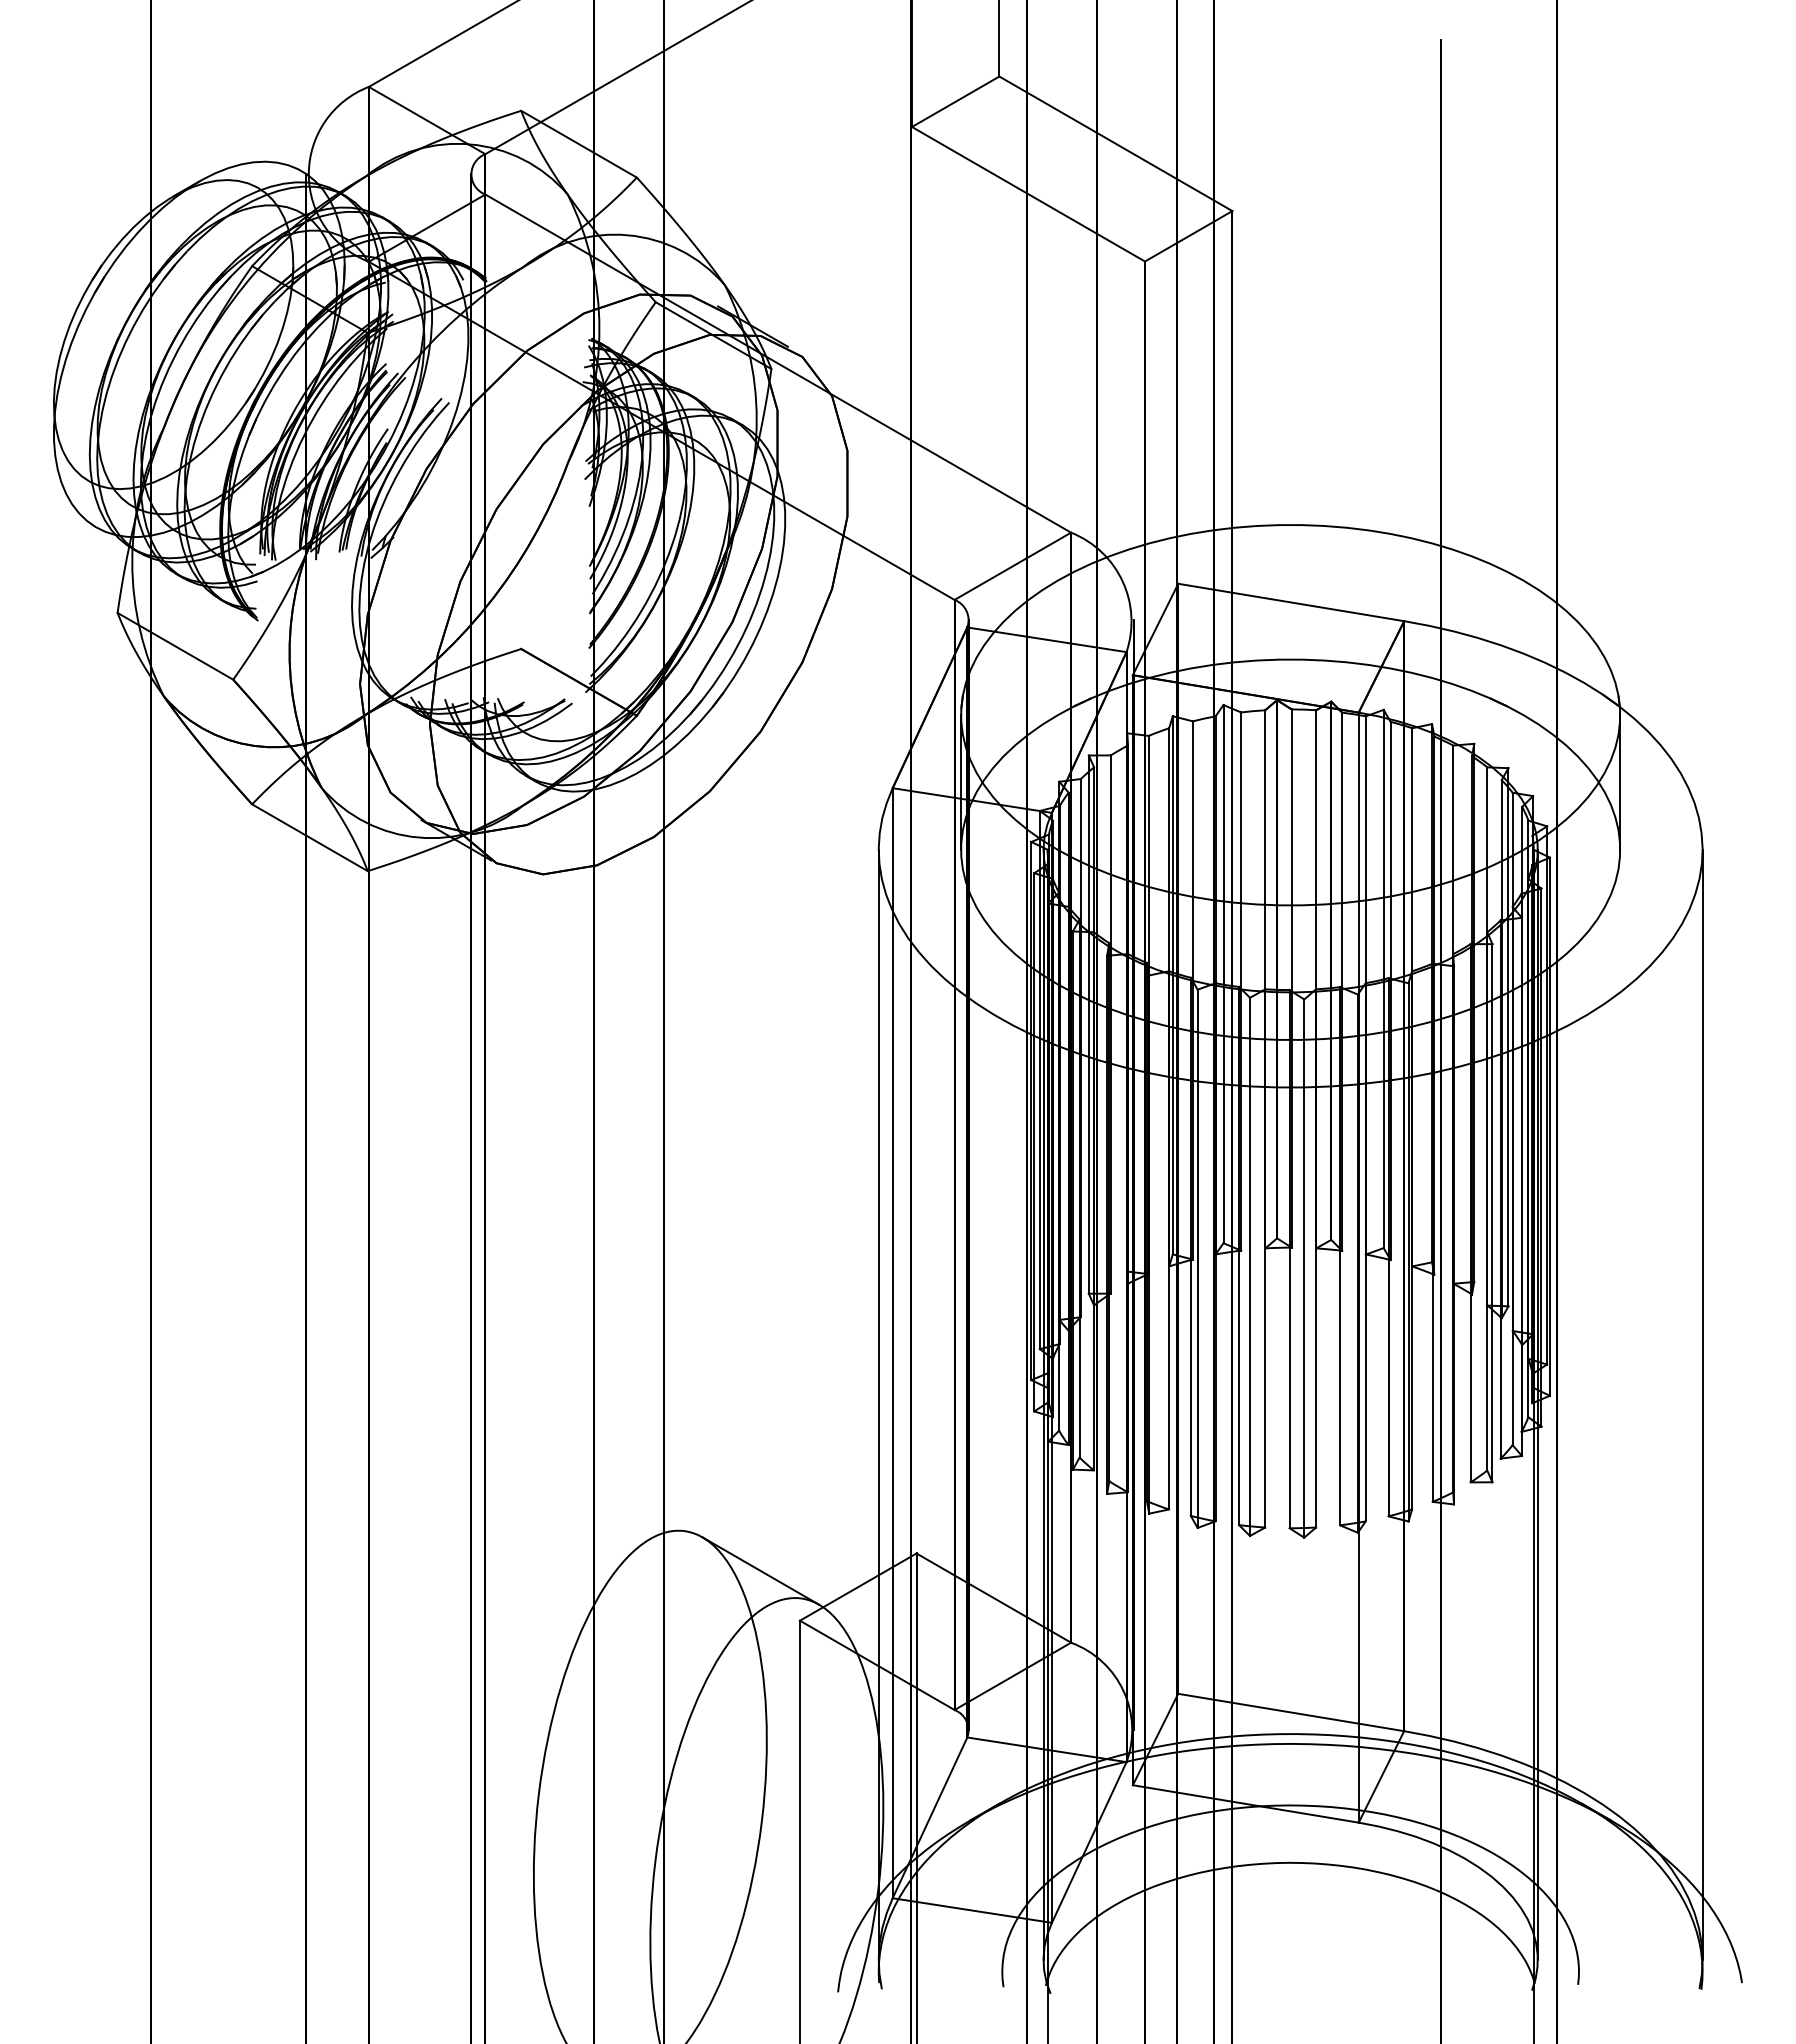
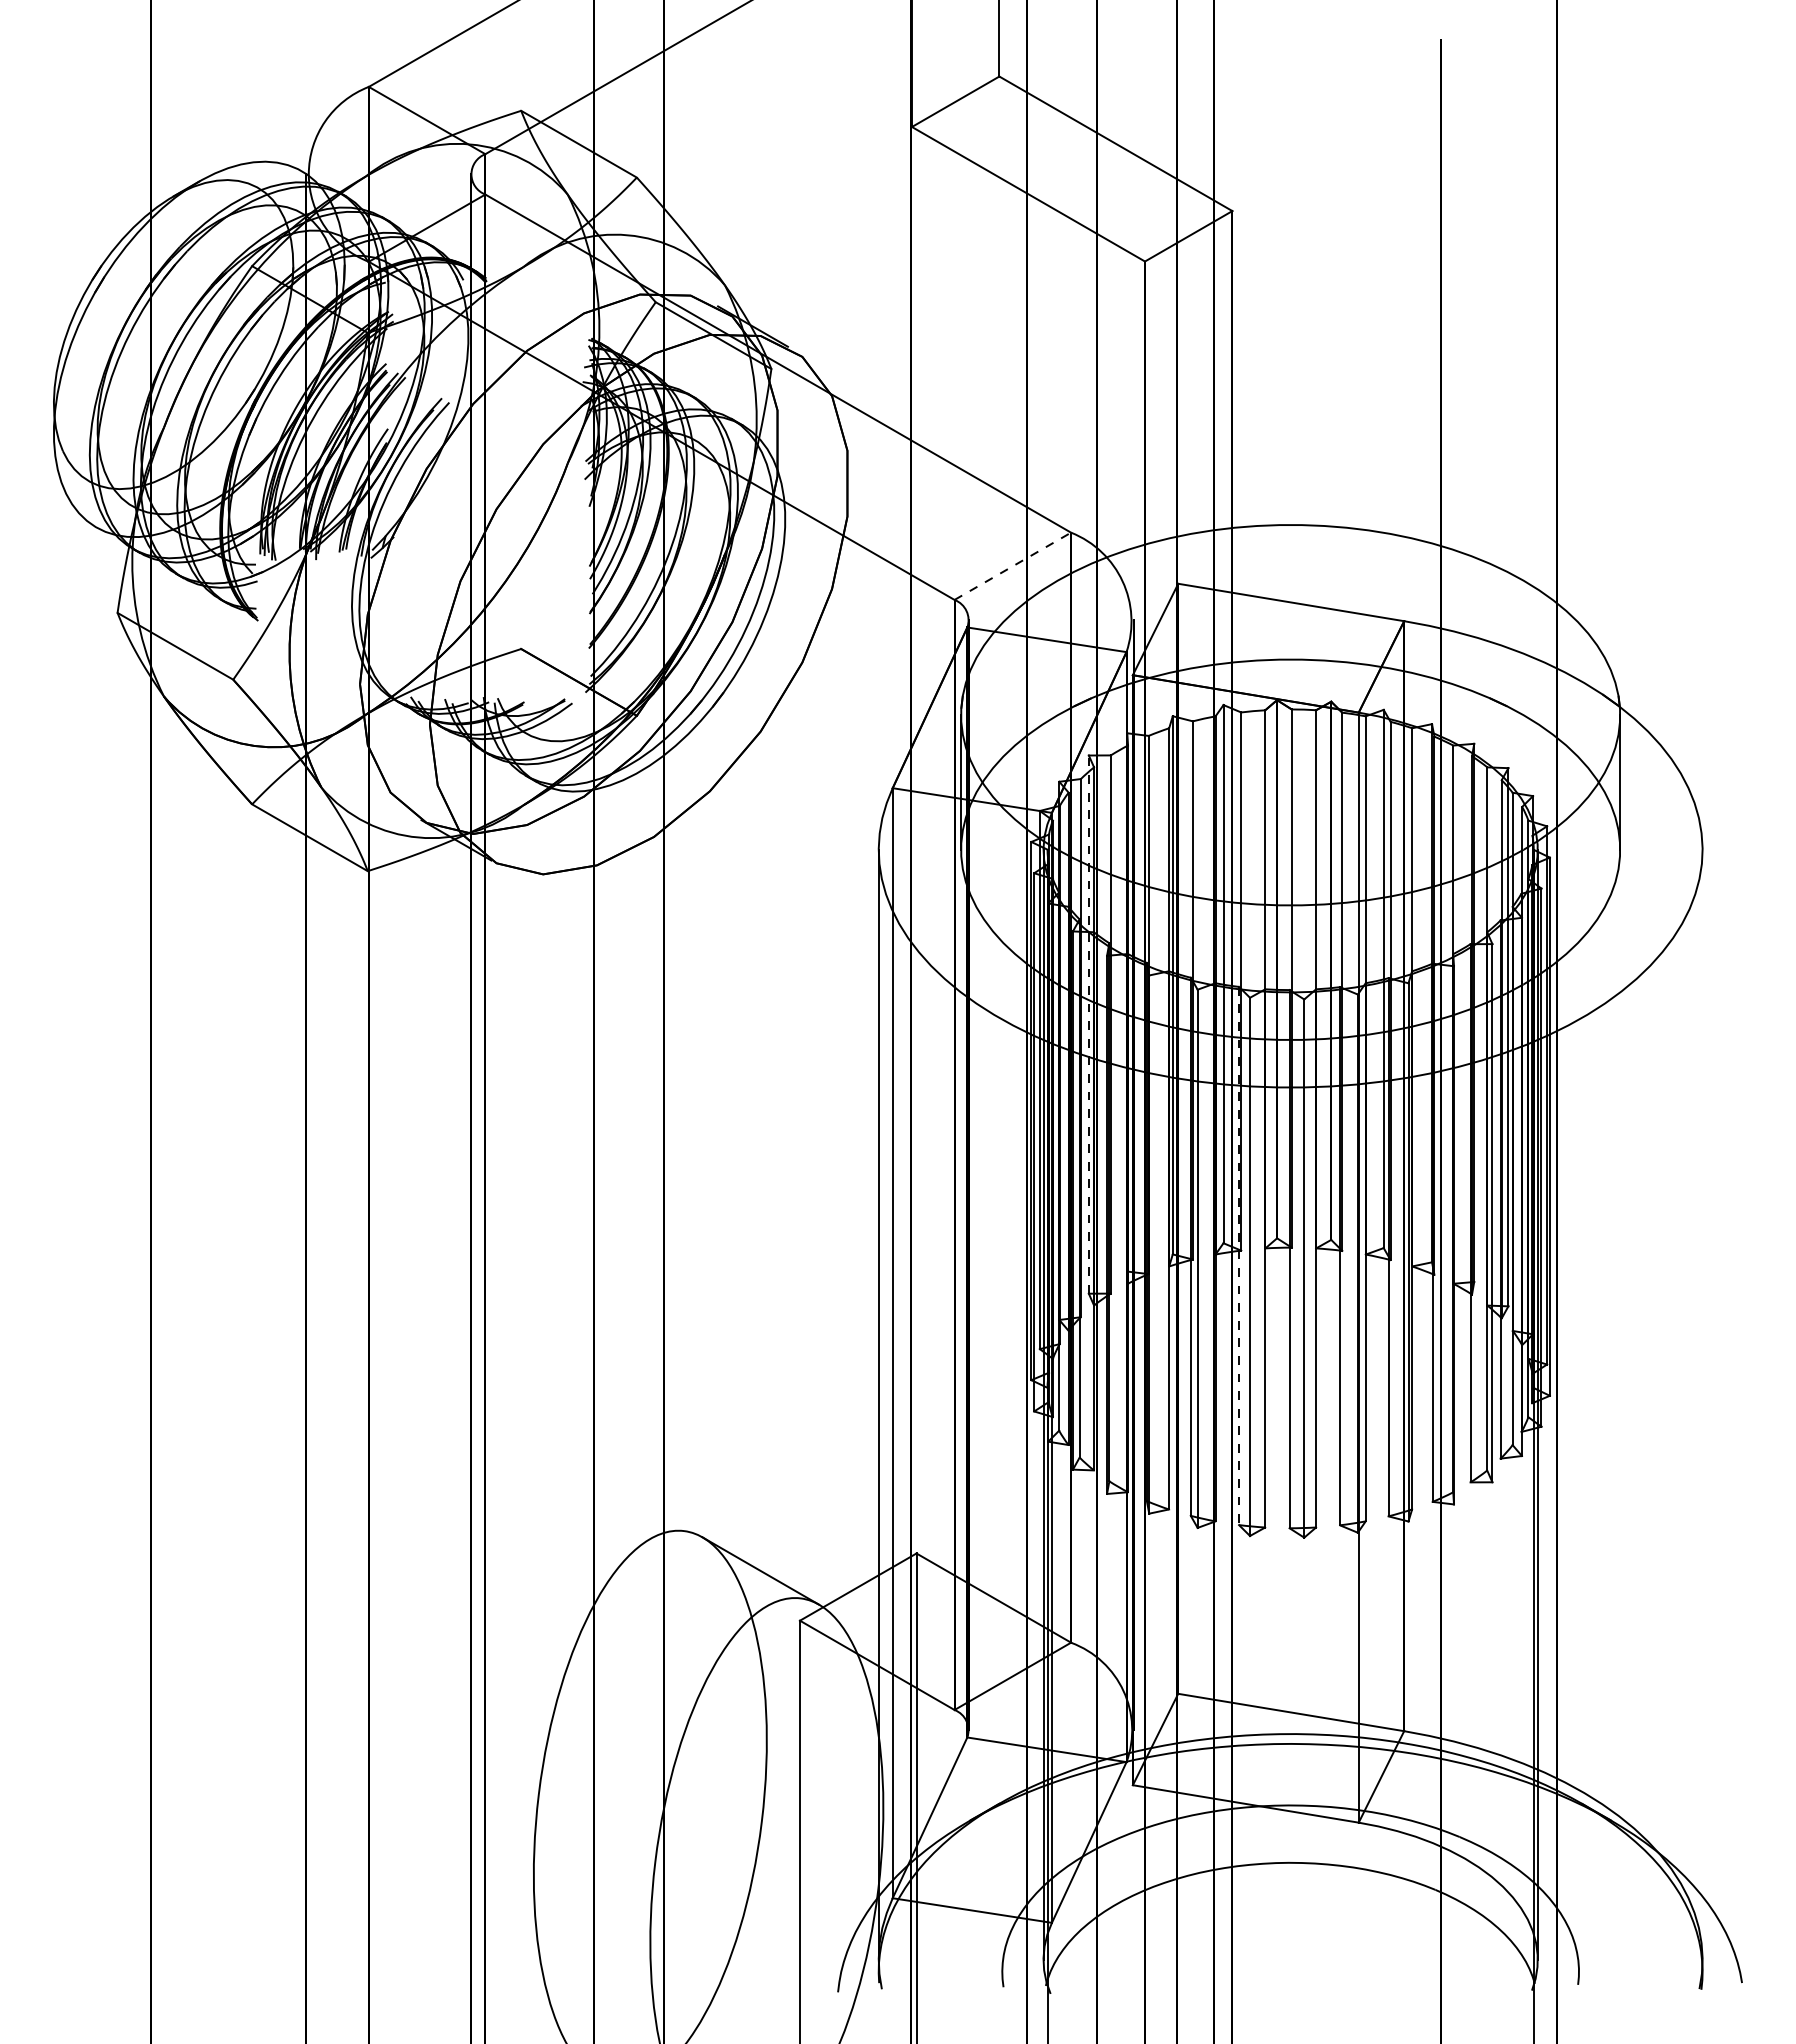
line at (1013, 566): solid -> dashed
line at (1088, 1024): solid -> dashed
line at (1239, 1256): solid -> dashed
line at (1702, 1404): present -> none
